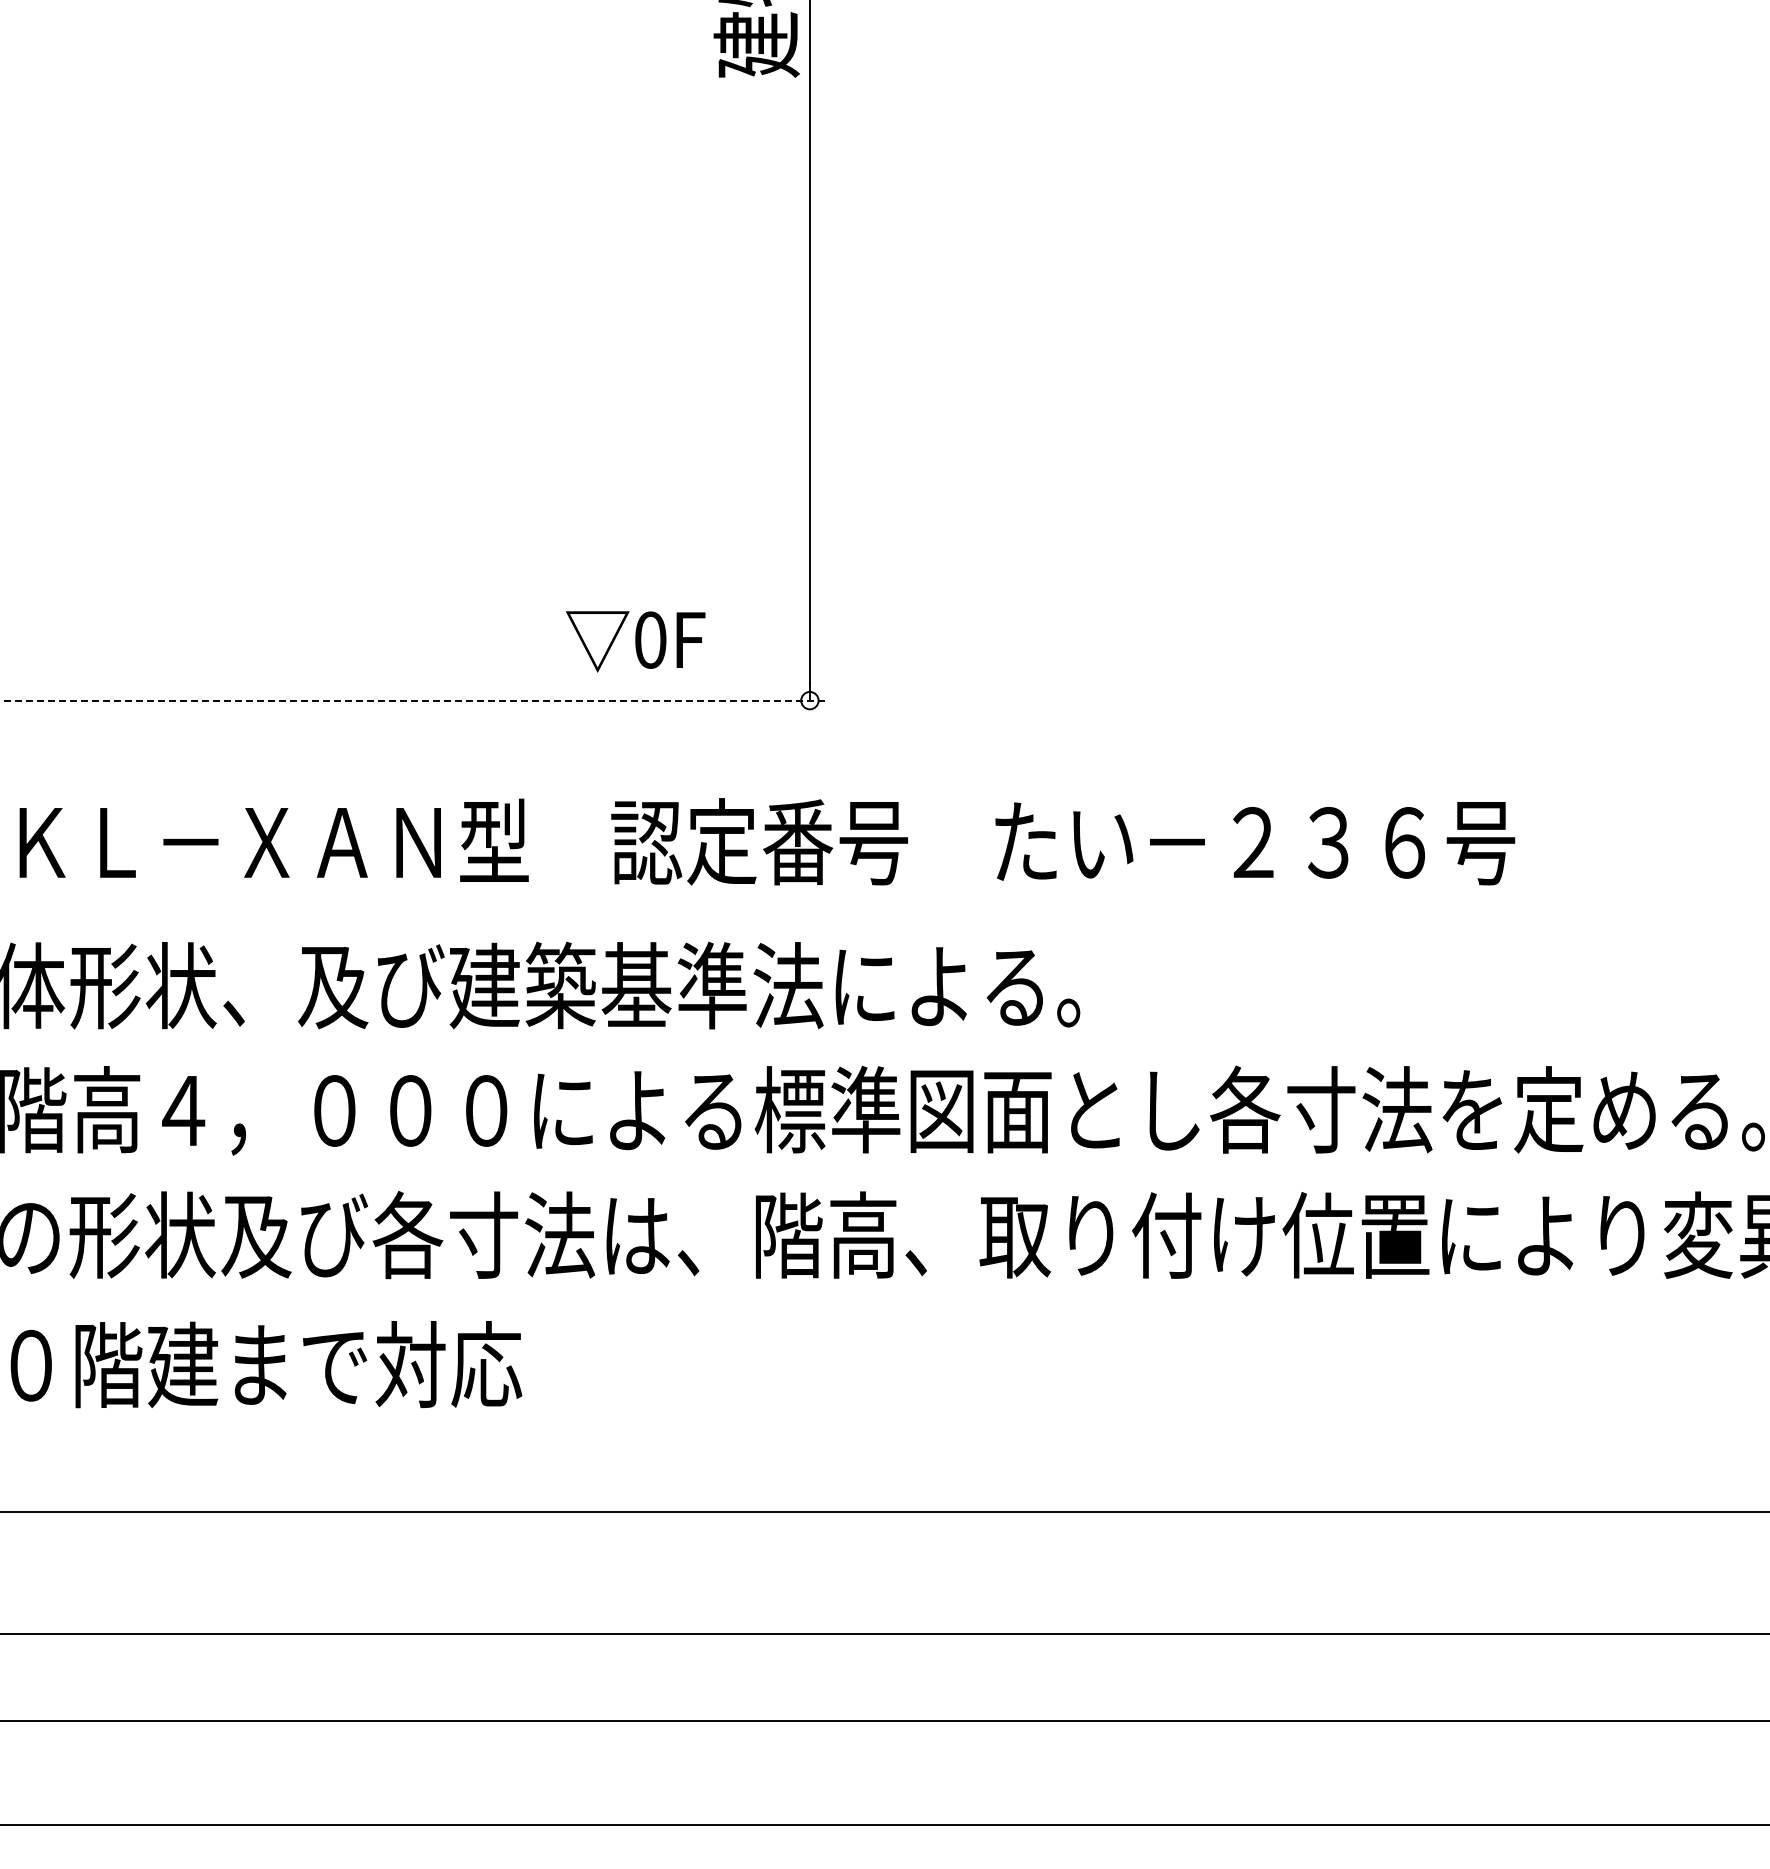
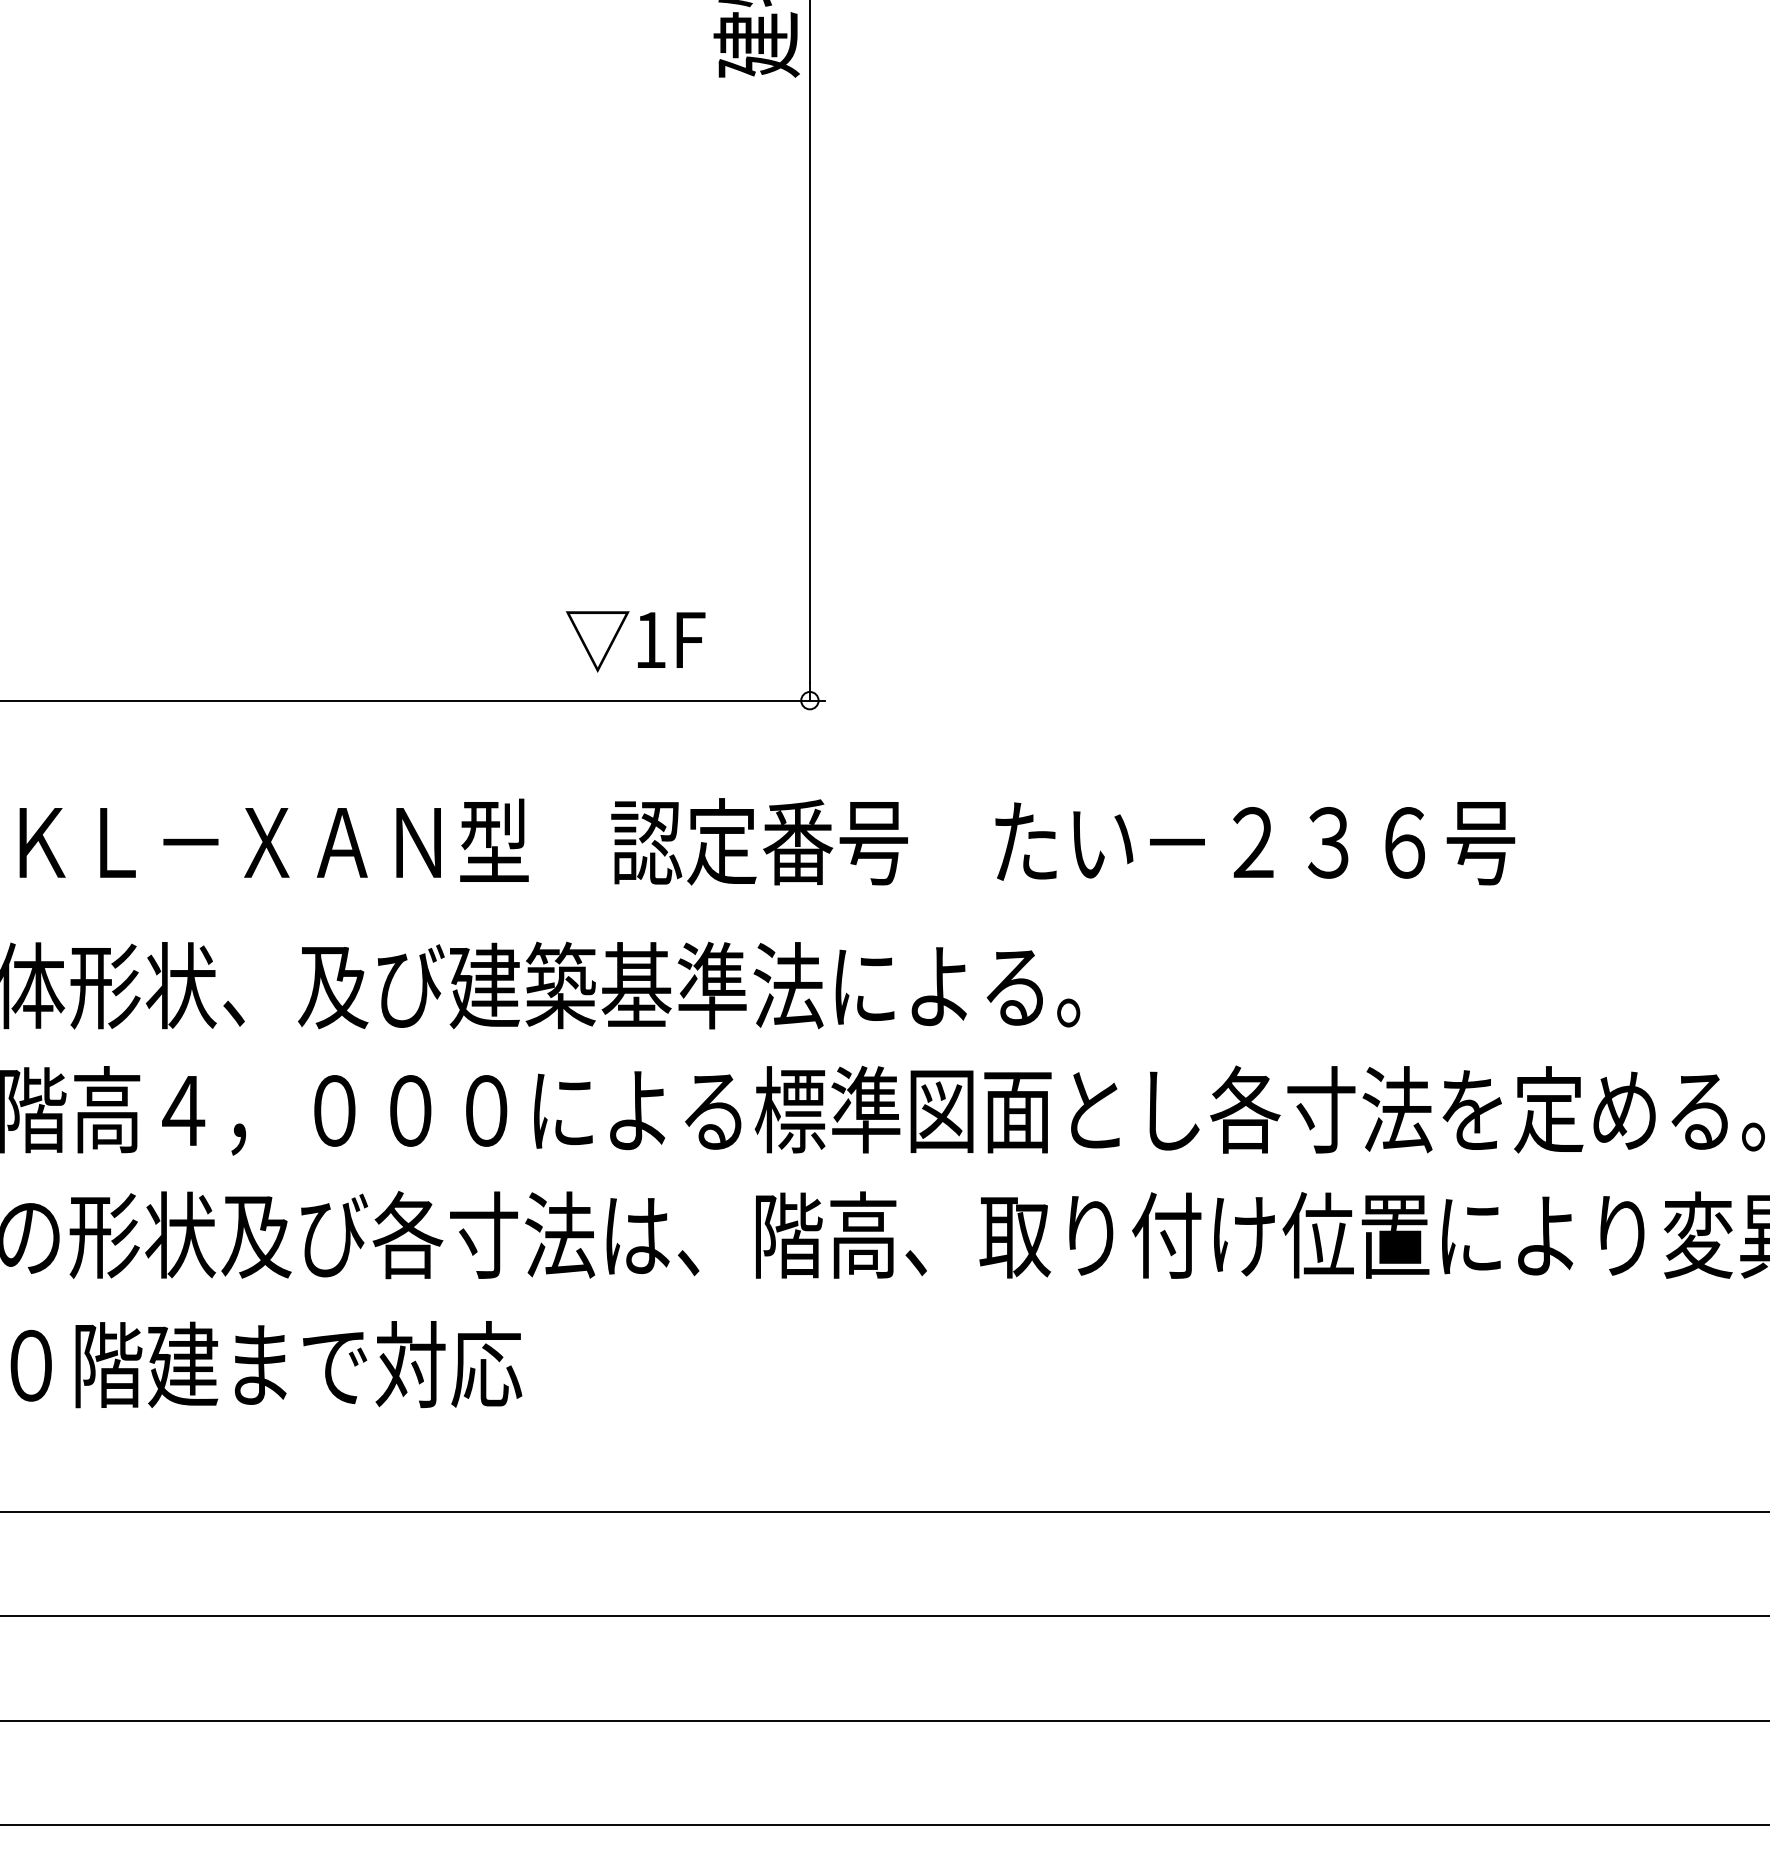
text at (650, 639): 0F -> 1F
line at (411, 700): dashed -> solid
line at (884, 1634) position: (884, 1634) -> (884, 1616)
